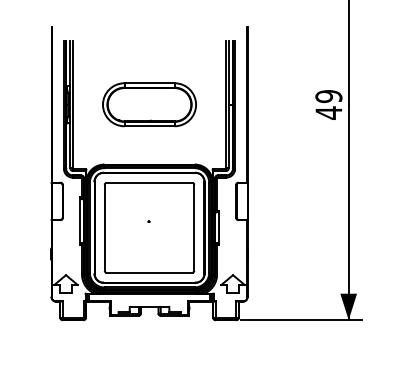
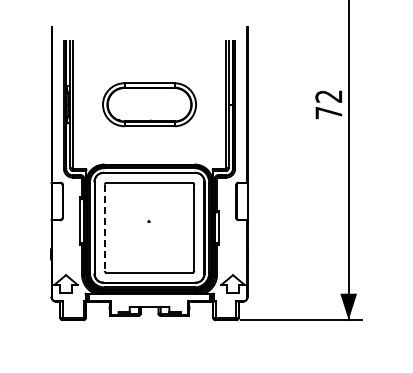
text at (328, 104): 49 -> 72
line at (104, 228): solid -> dashed
